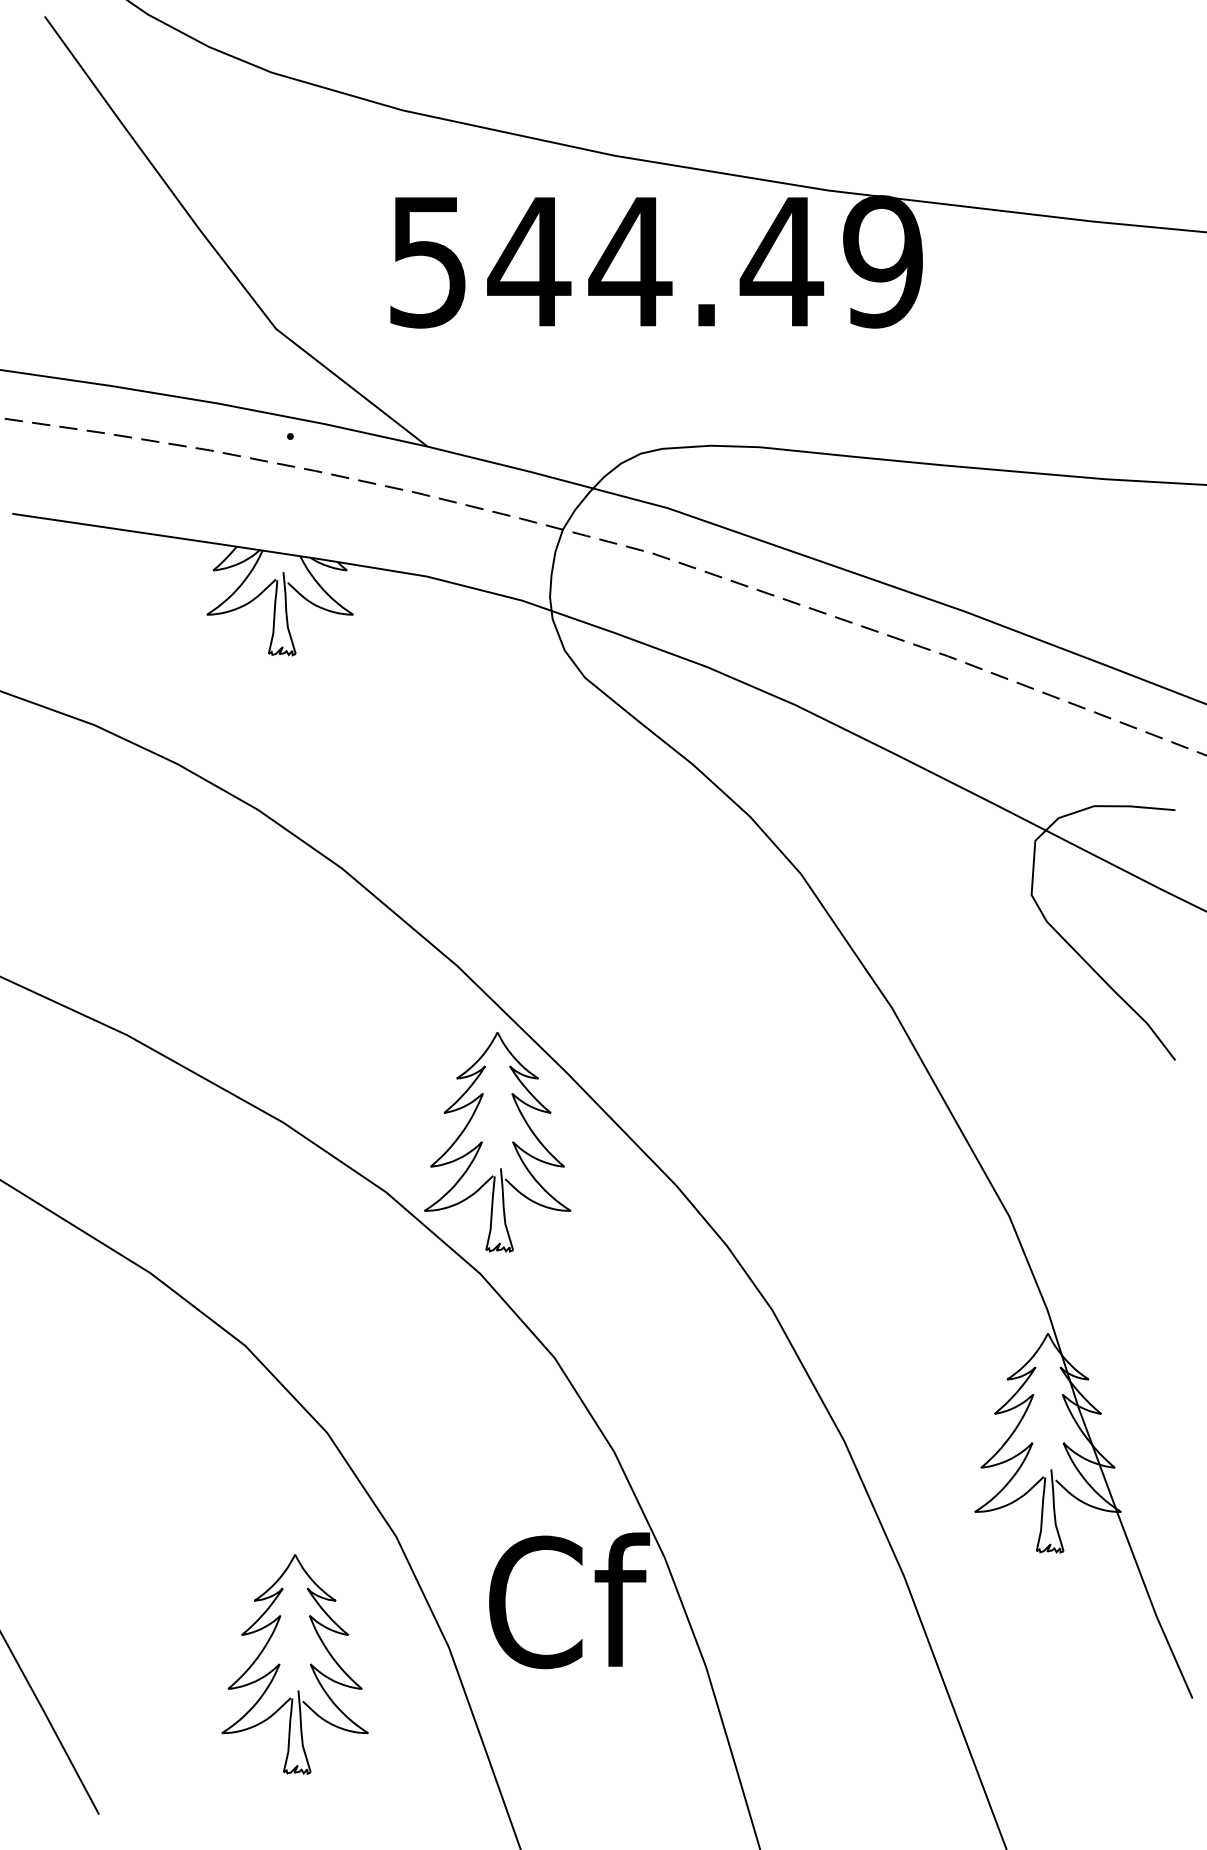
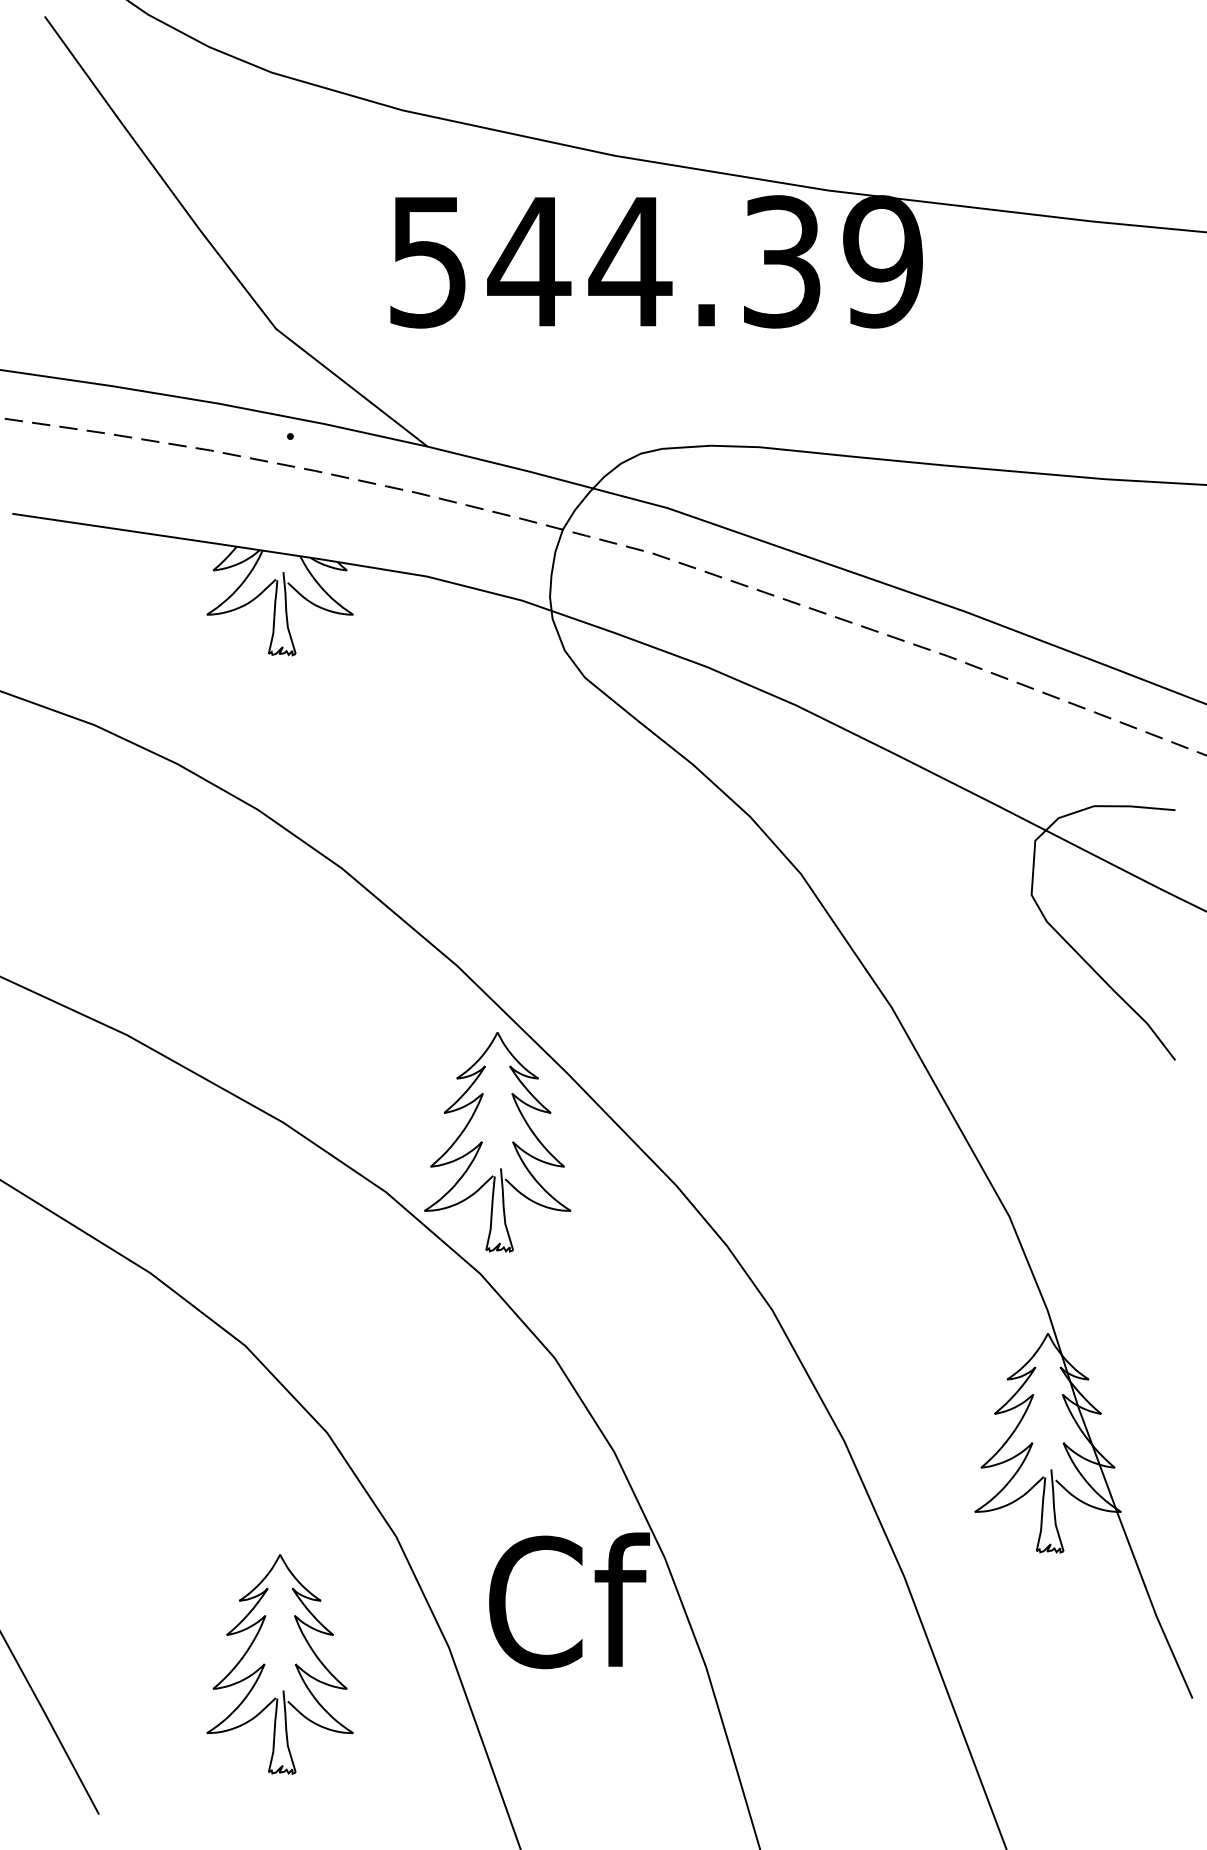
text at (781, 261): 544.49 -> 544.39
part at (280, 1664) position: (280, 1664) -> (265, 1664)
